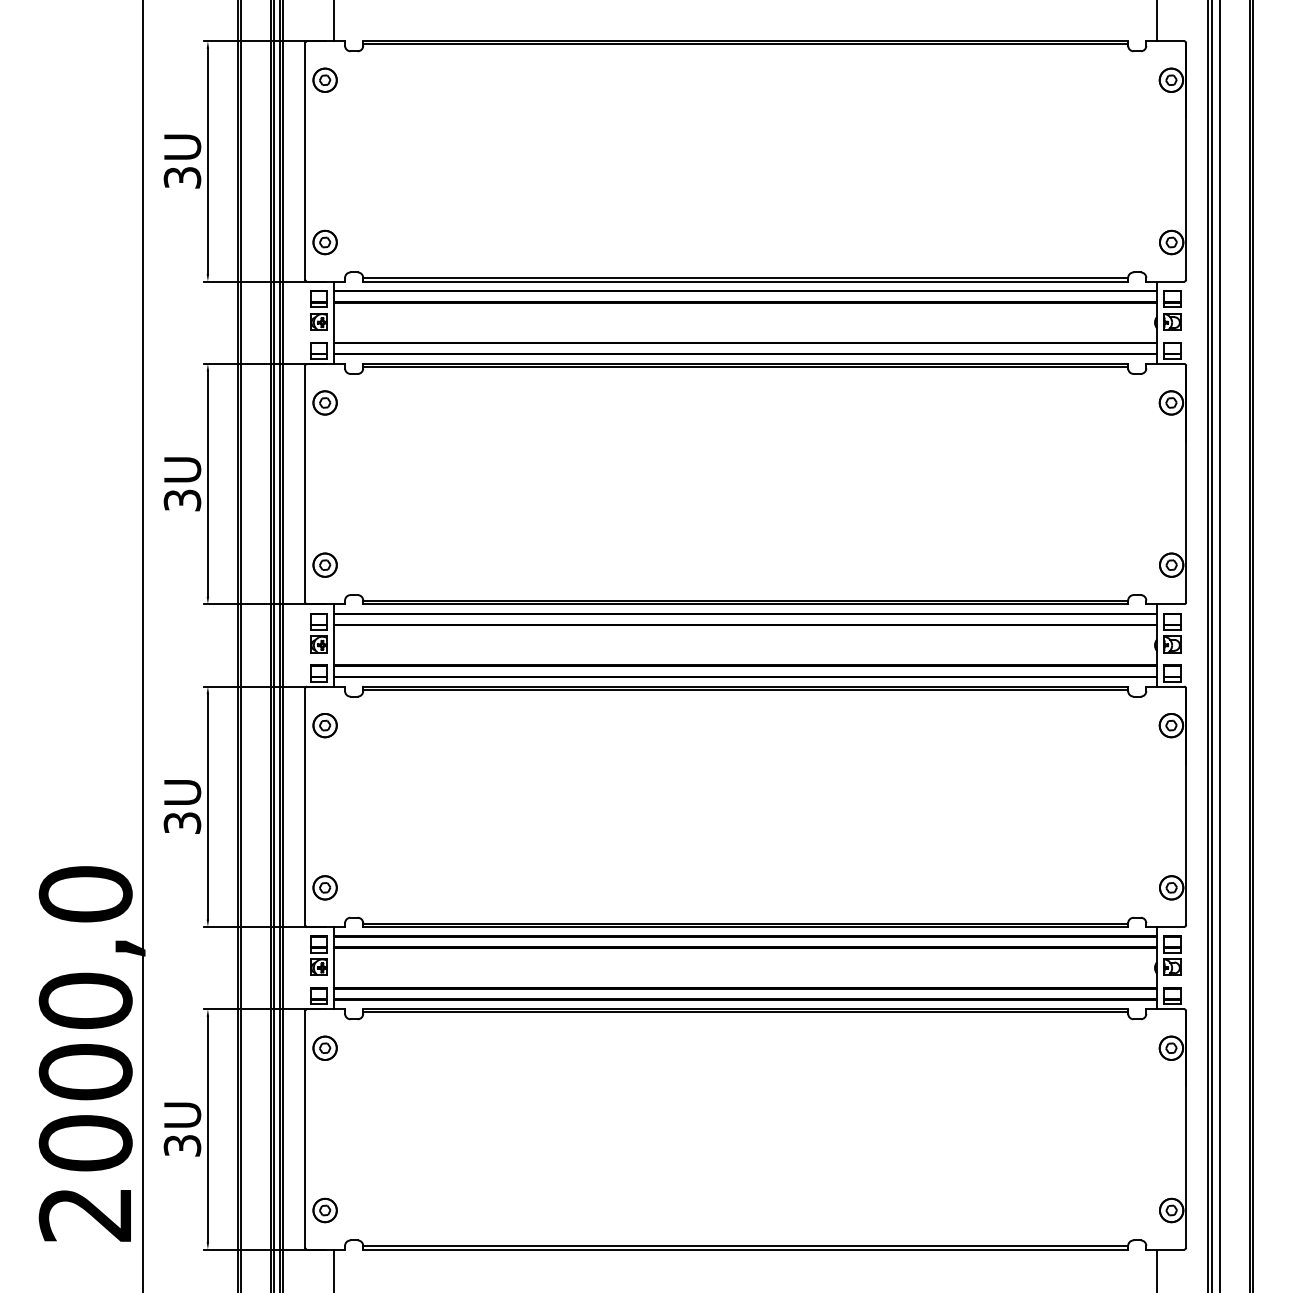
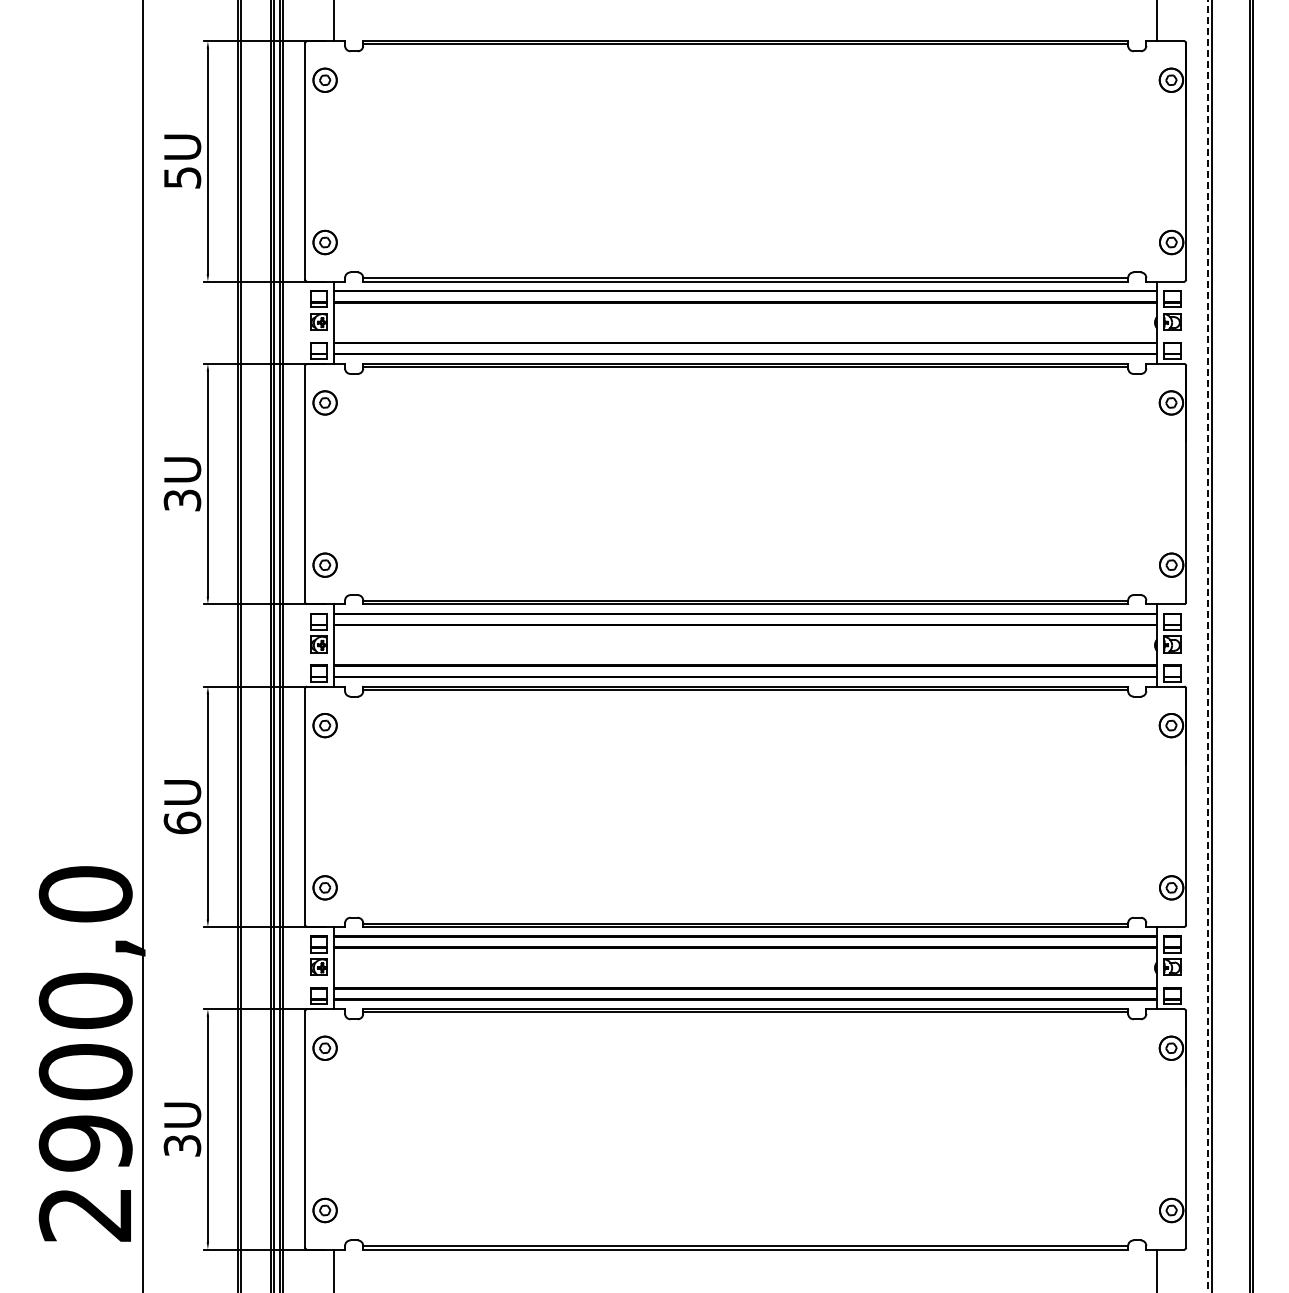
text at (181, 177): 3U -> 5U
line at (1220, 645): present -> none
line at (1207, 646): solid -> dashed
text at (182, 822): 3U -> 6U
text at (85, 1143): 2000,0 -> 2900,0
